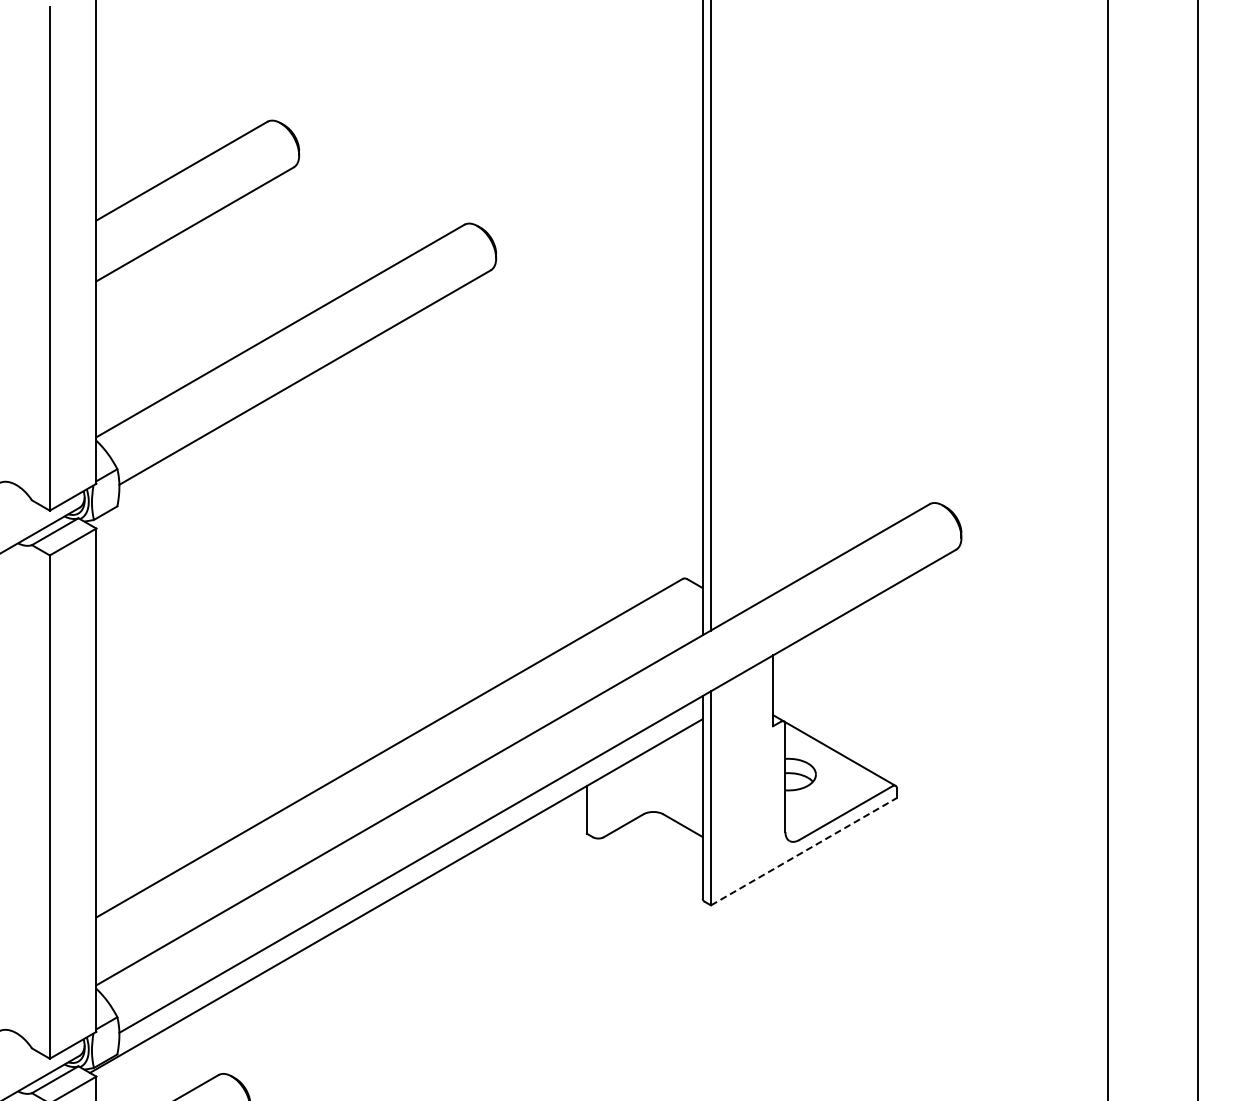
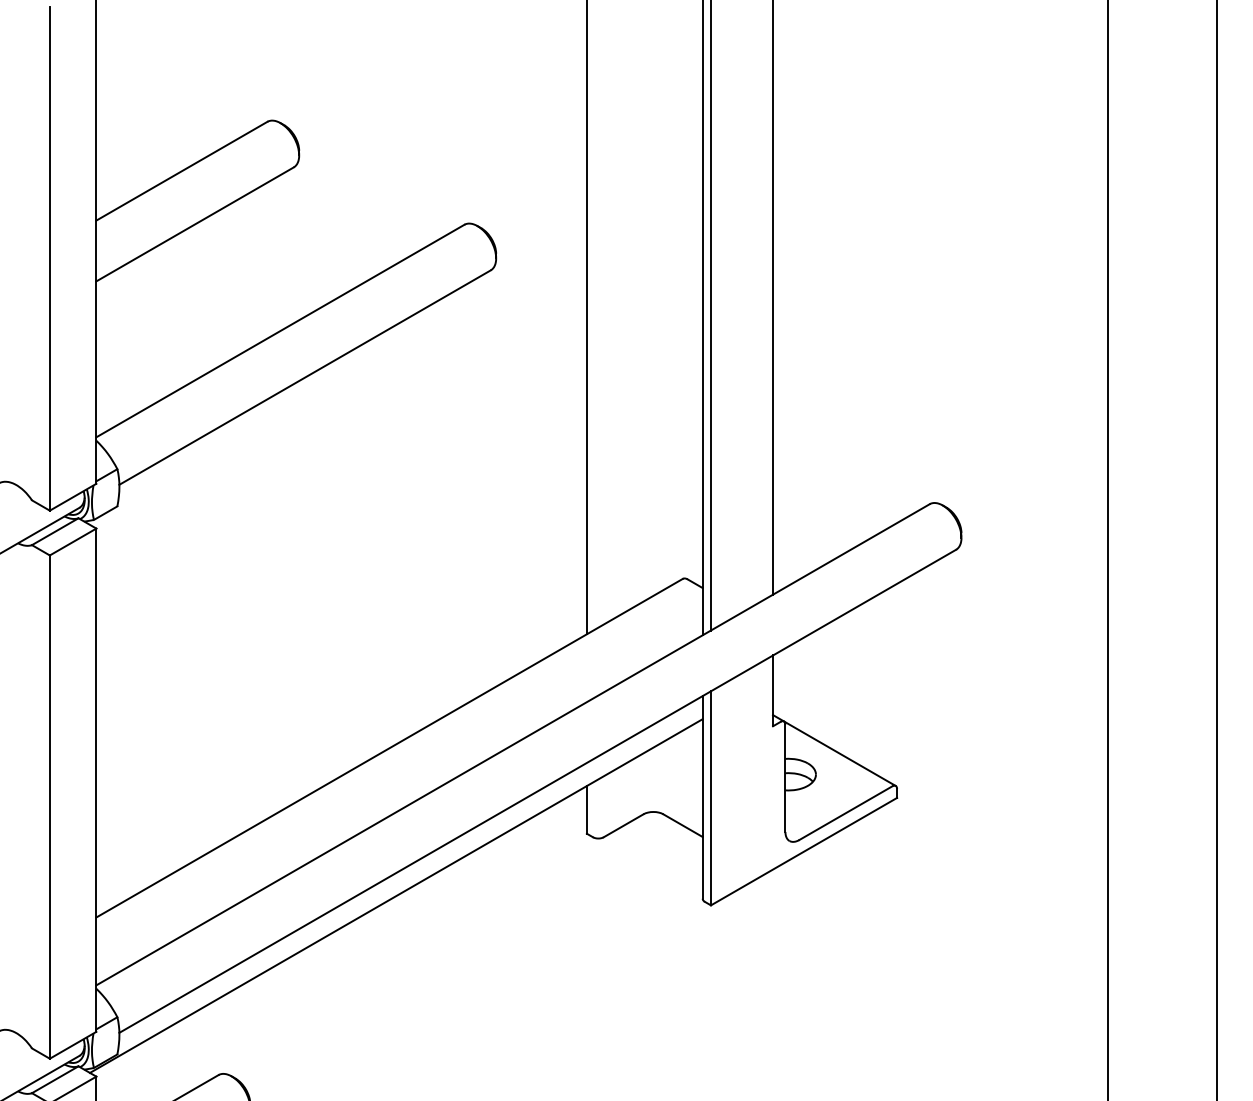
line at (773, 298): none -> present
line at (586, 318): none -> present
line at (1198, 549) position: (1198, 549) -> (1217, 549)
line at (804, 851): dashed -> solid
